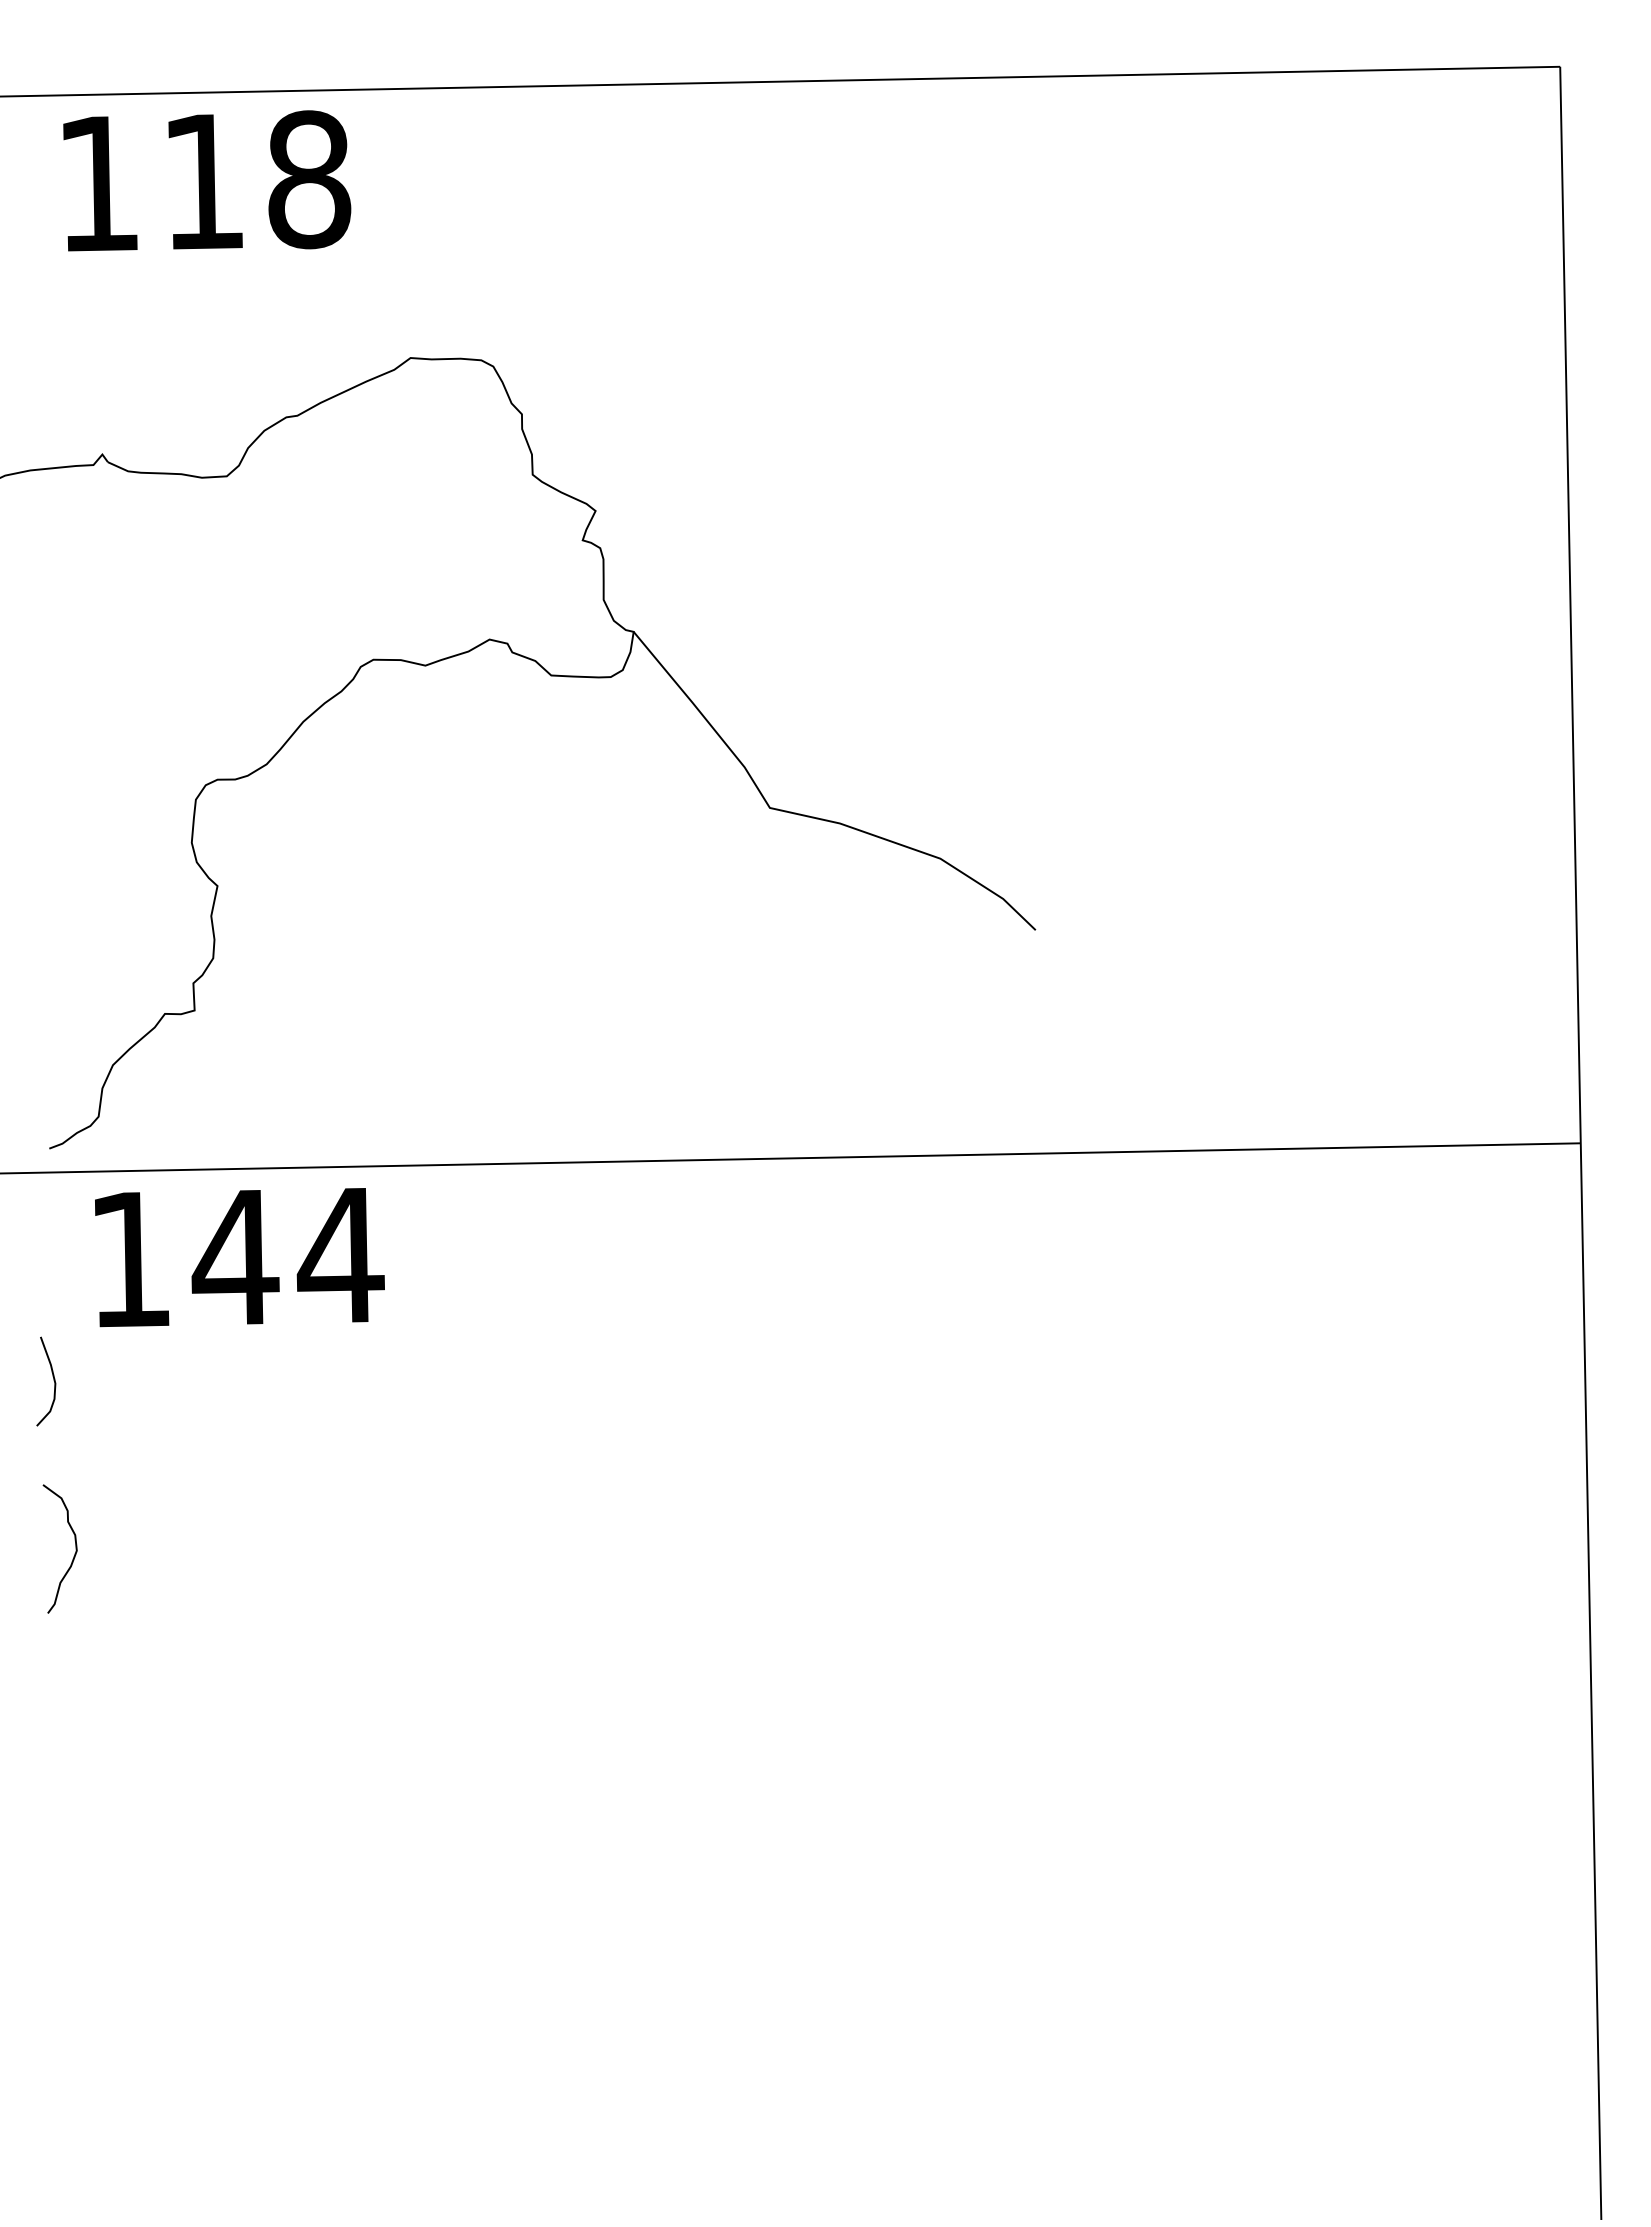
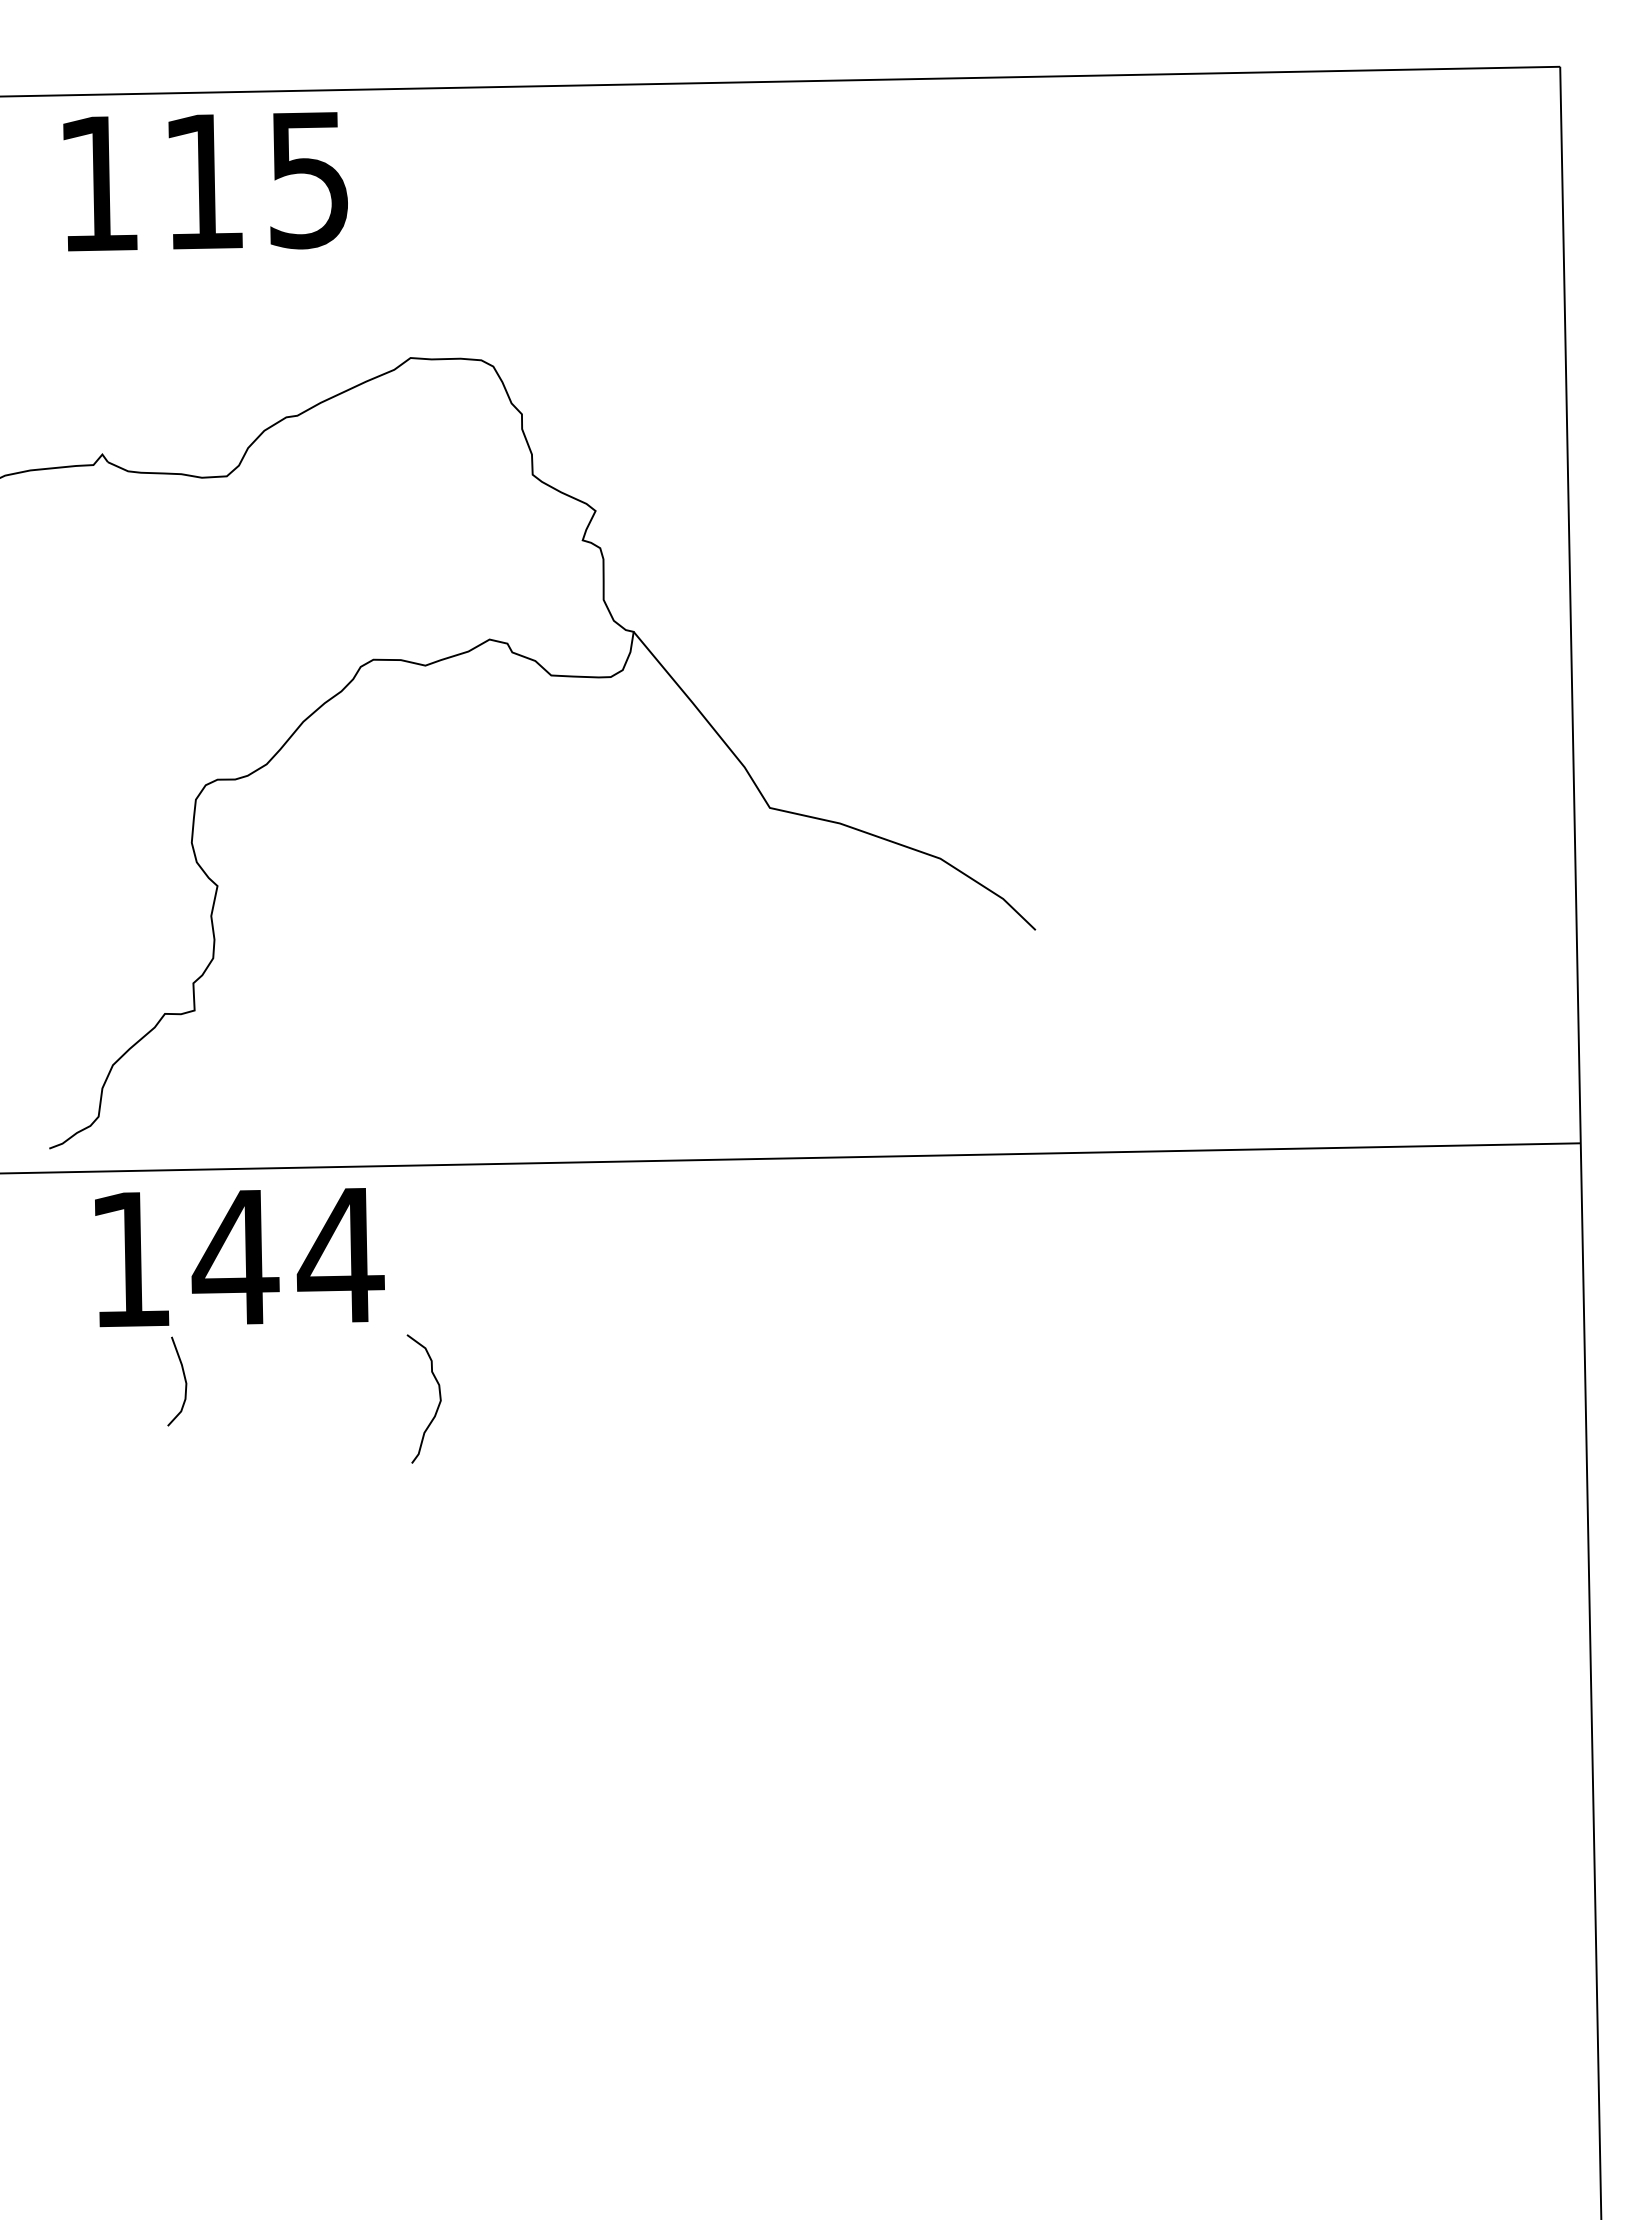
text at (309, 179): 118 -> 115
curve at (53, 1380) position: (53, 1380) -> (184, 1380)
curve at (74, 1553) position: (74, 1553) -> (438, 1403)
